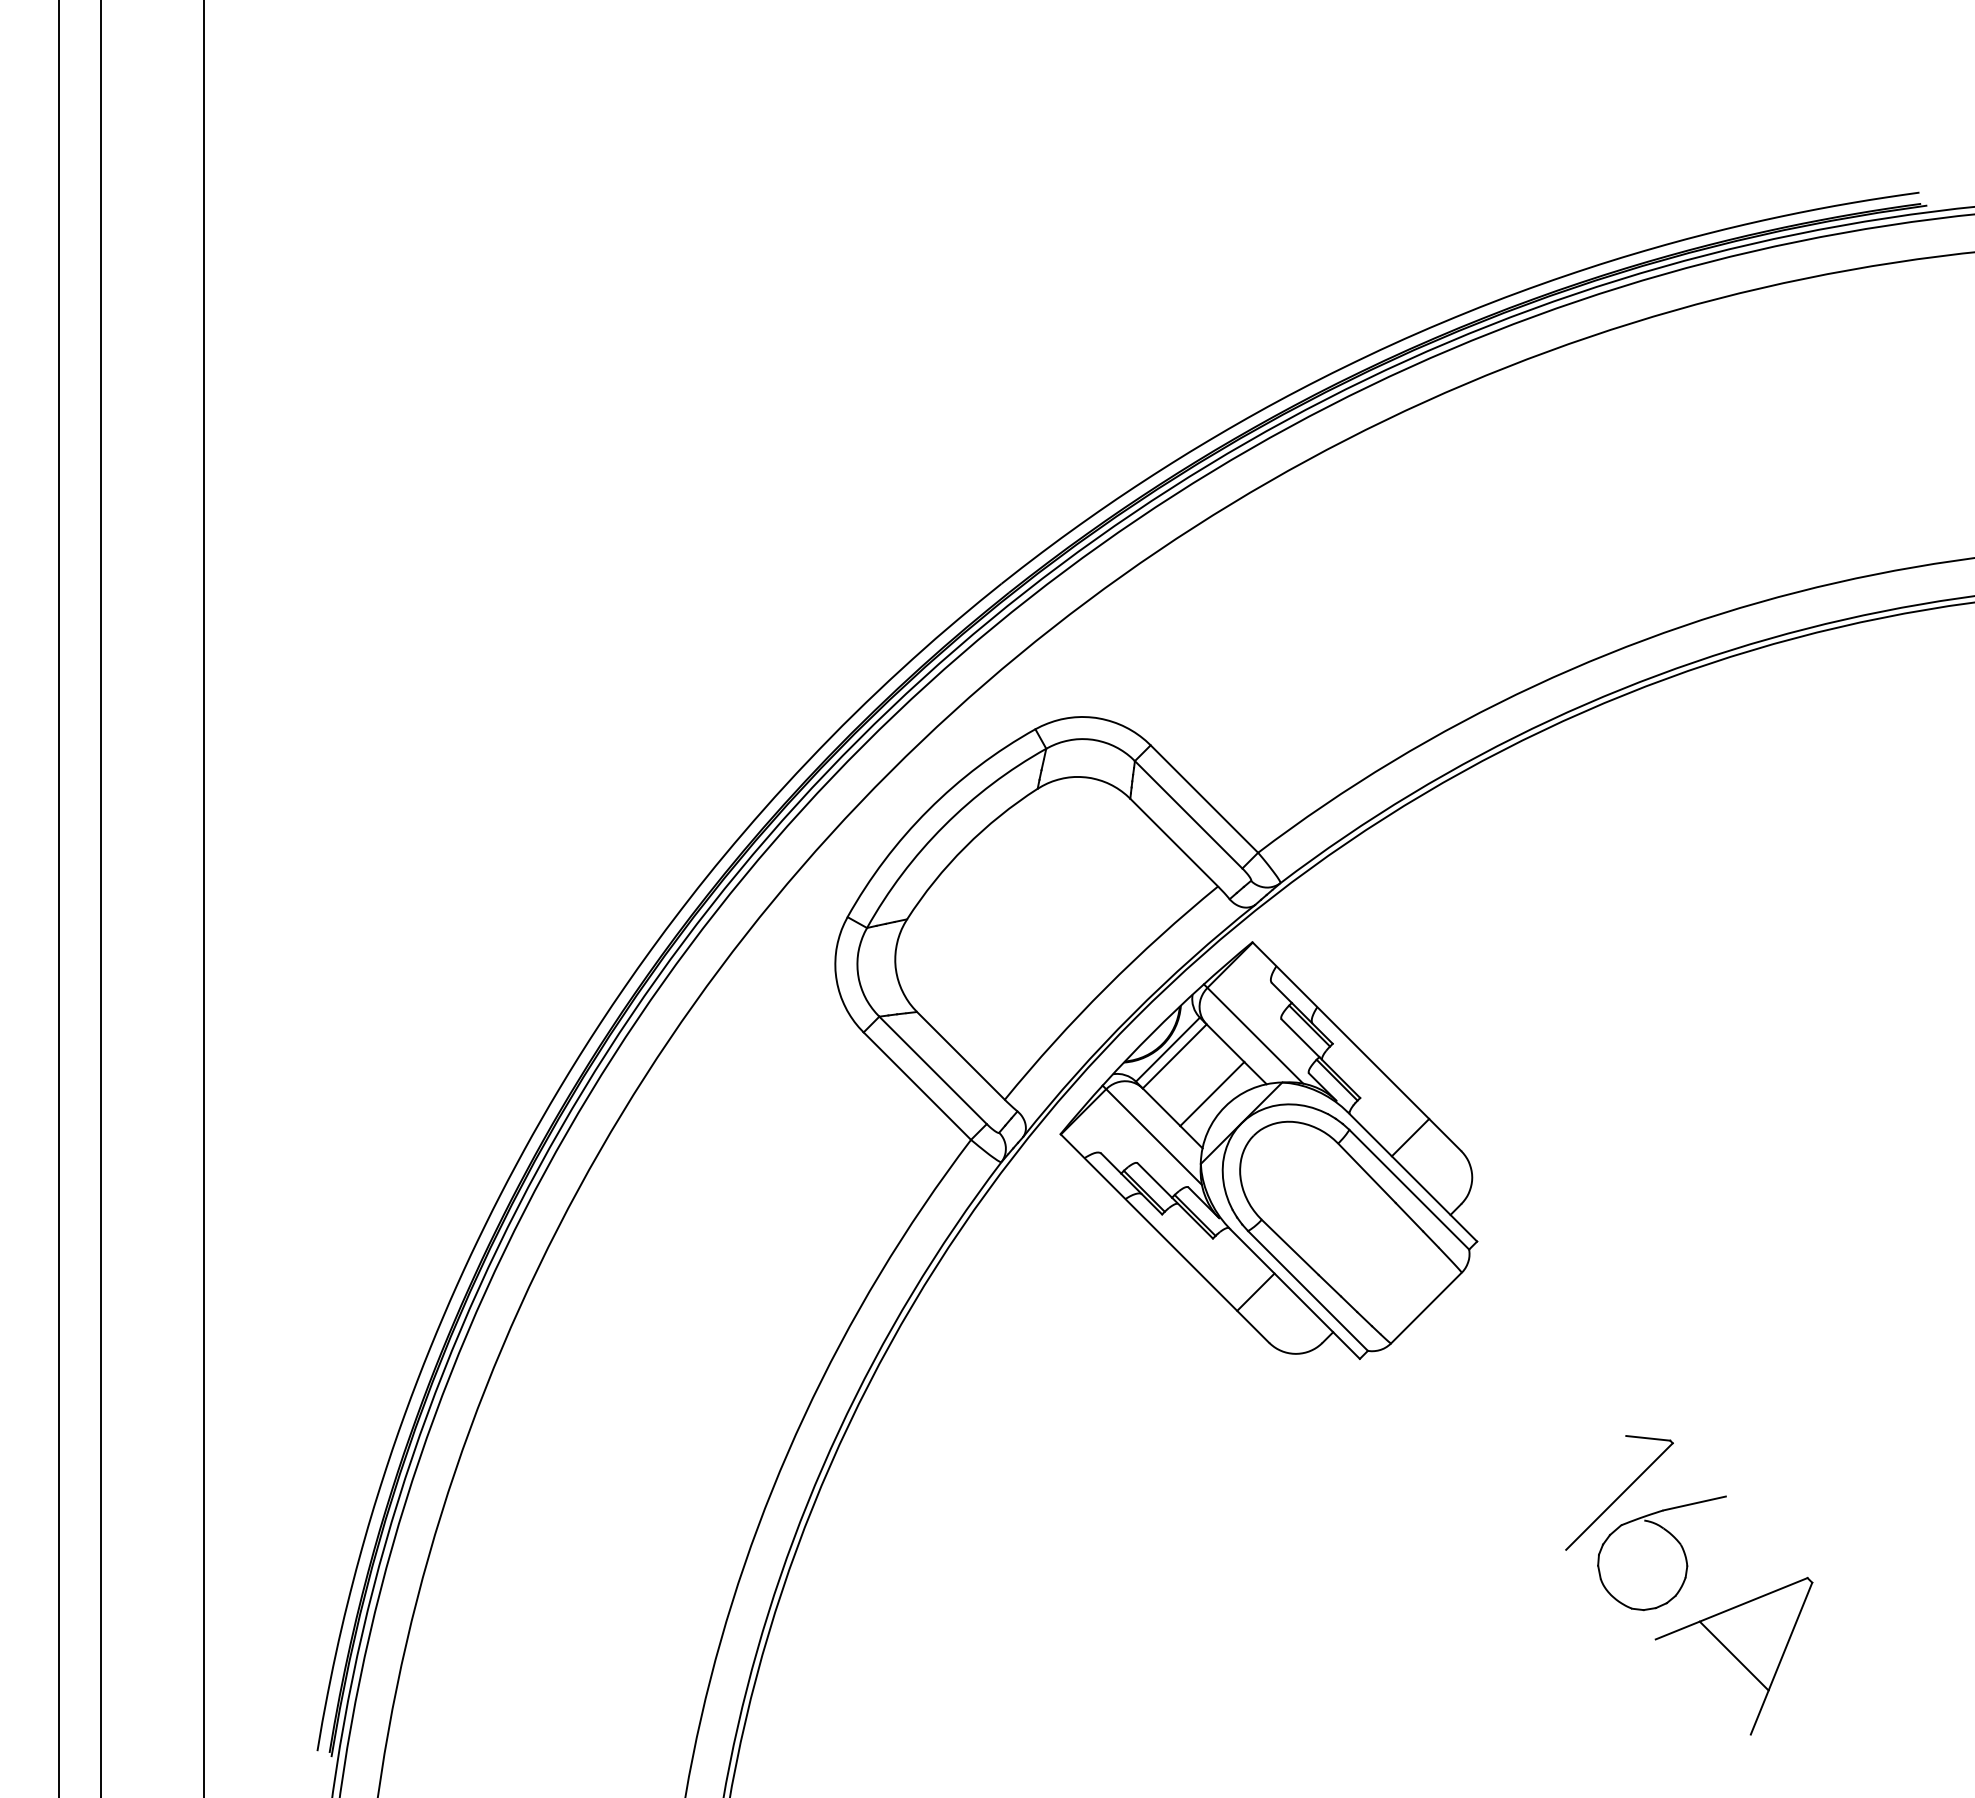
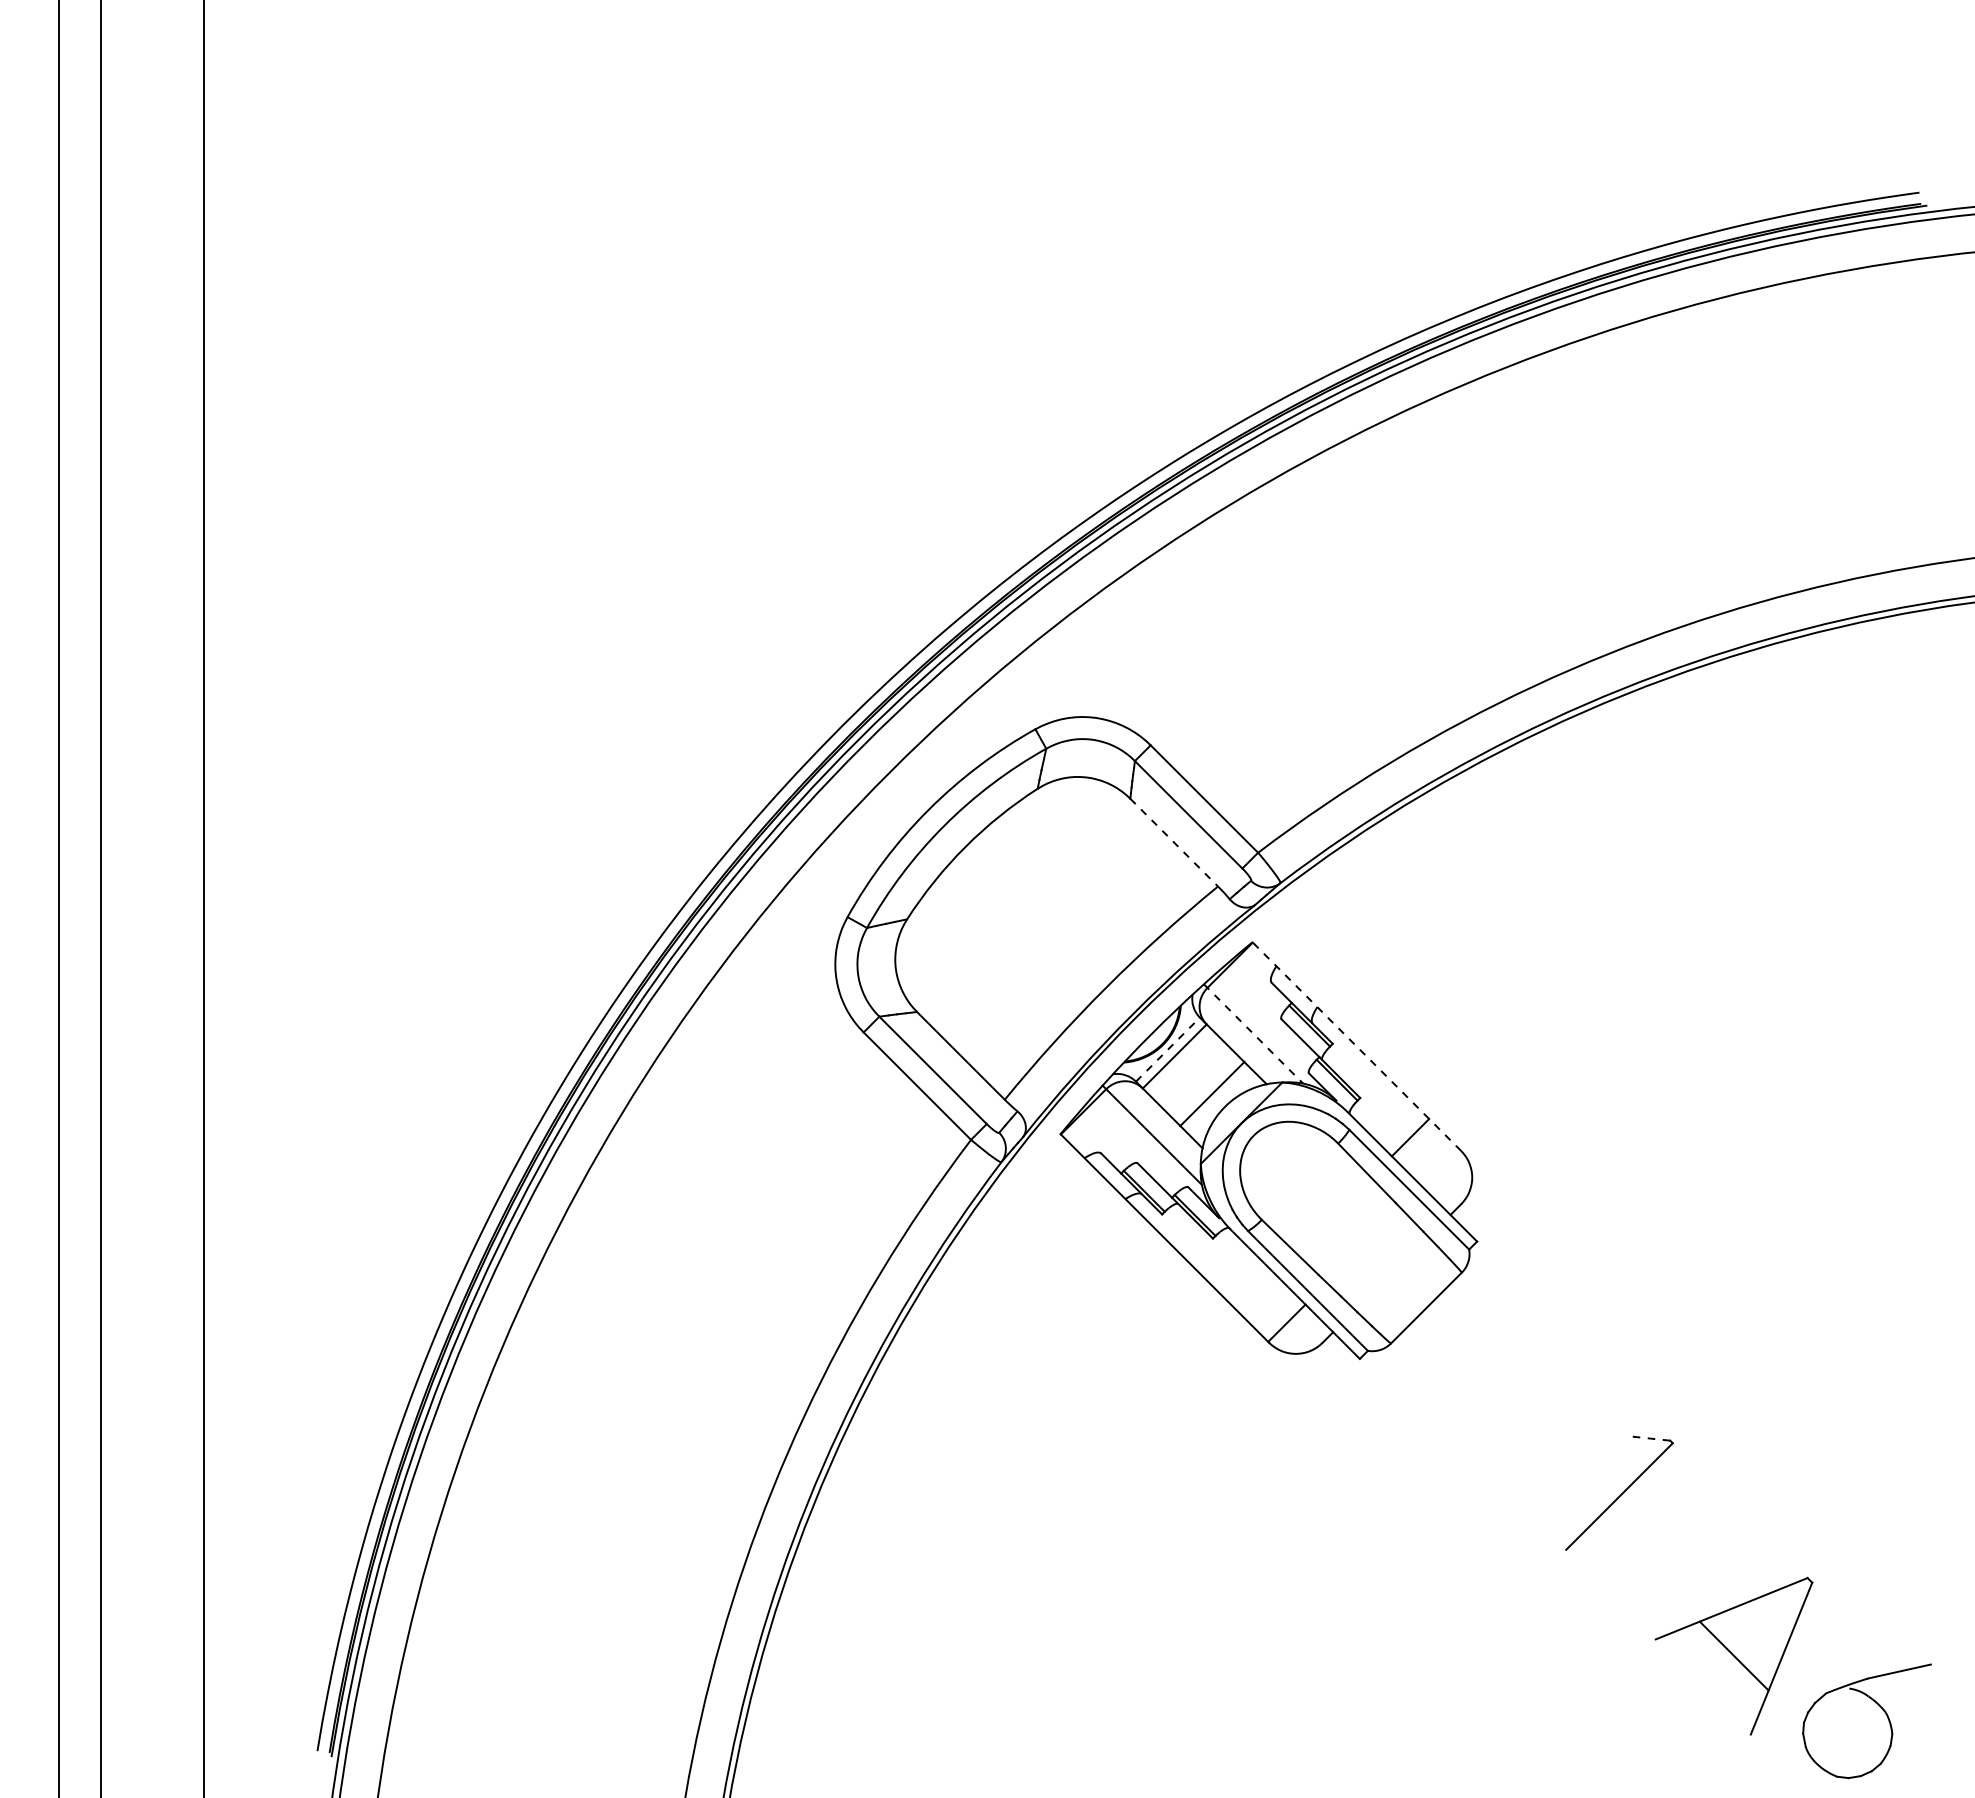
line at (1174, 842): solid -> dashed
line at (1253, 1034): solid -> dashed
line at (1356, 1046): solid -> dashed
line at (1168, 1049): solid -> dashed
line at (1255, 1291) position: (1255, 1291) -> (1286, 1322)
line at (1647, 1438): solid -> dashed
part at (1677, 1542) position: (1677, 1542) -> (1882, 1710)
